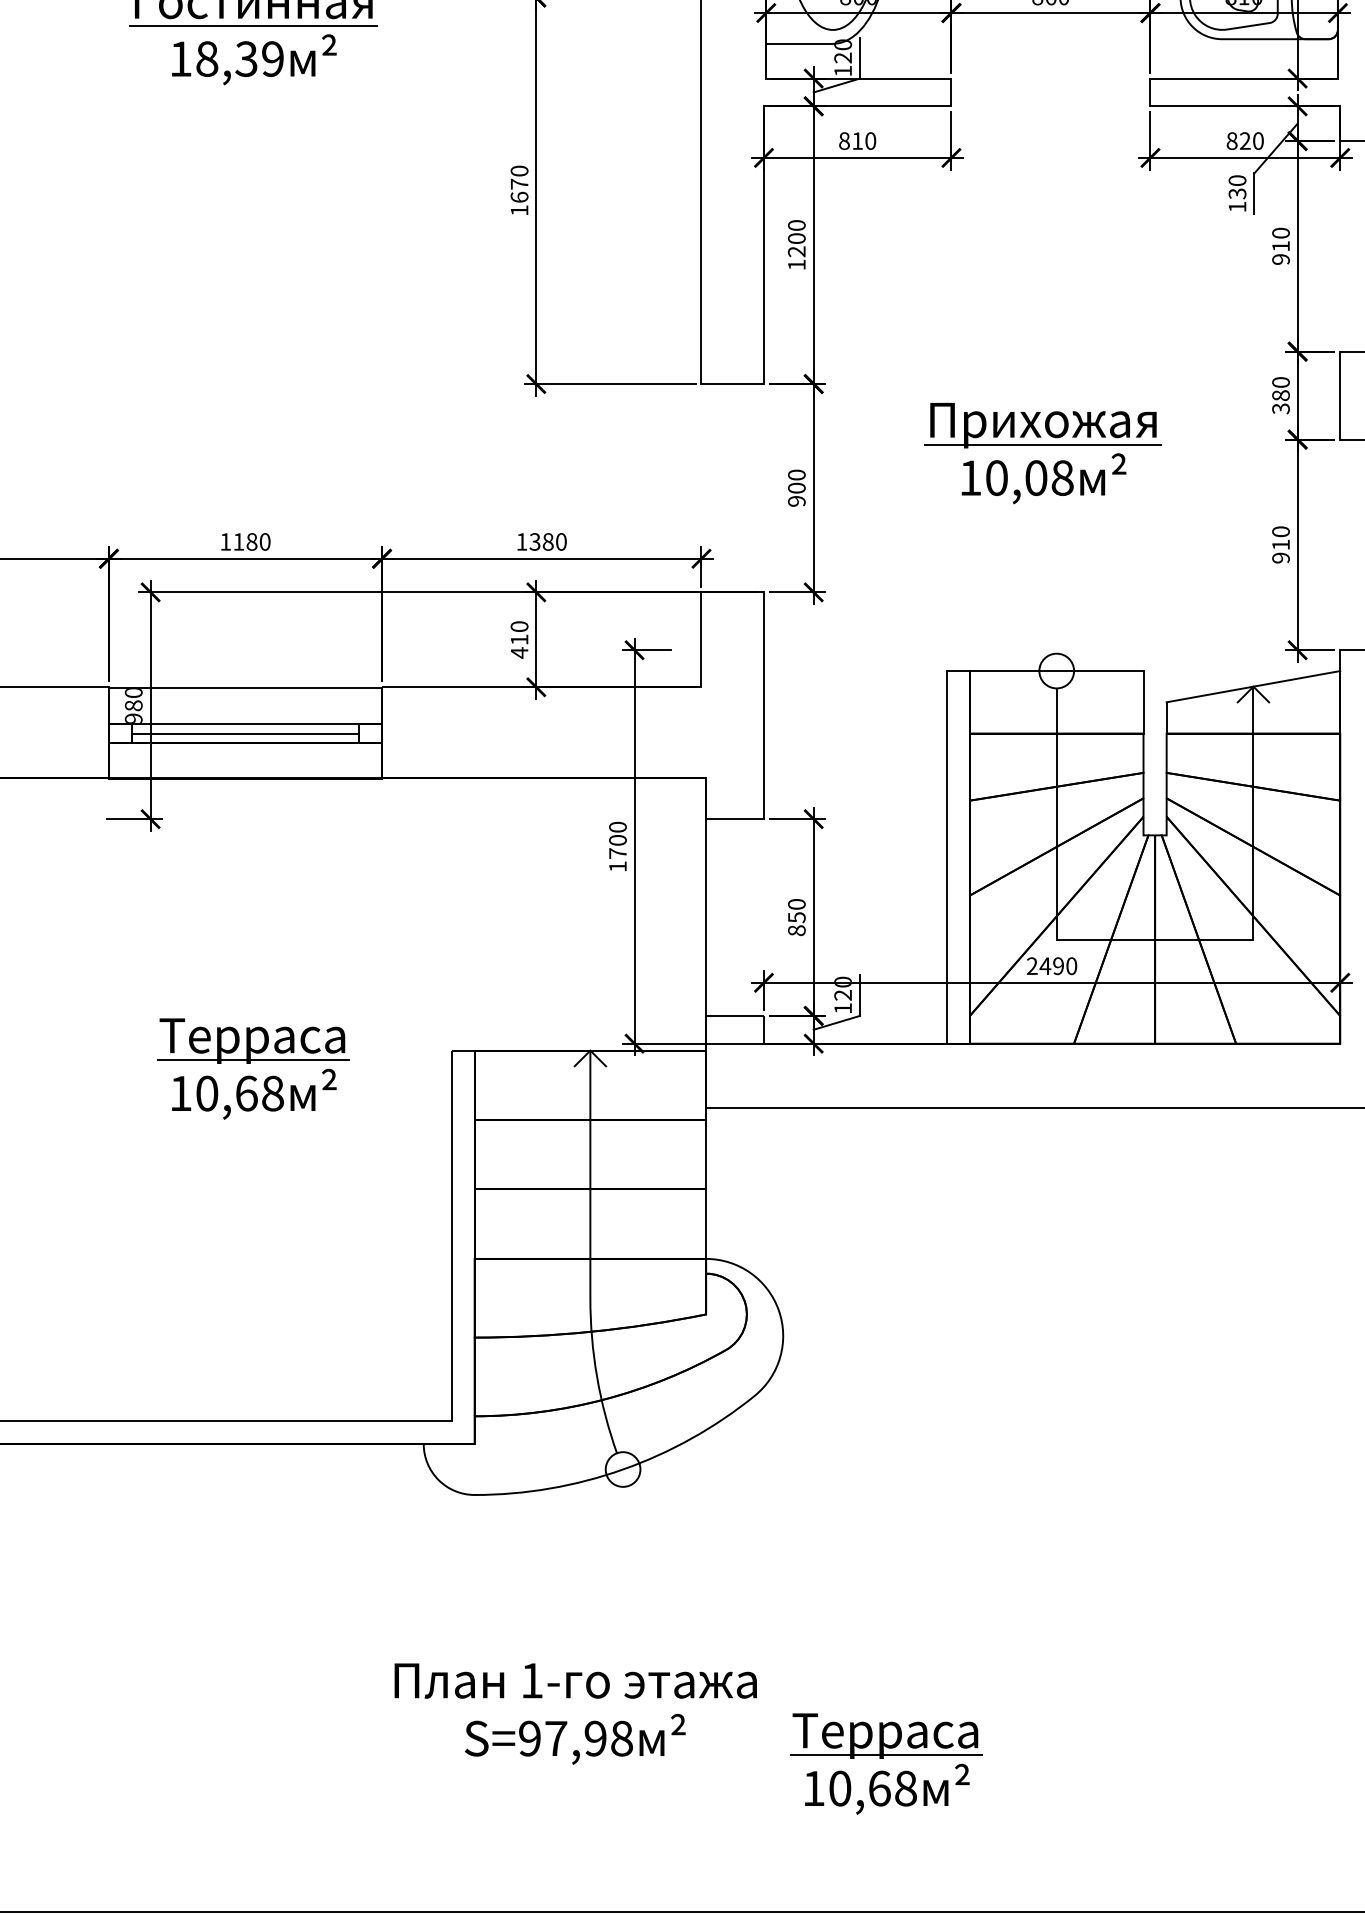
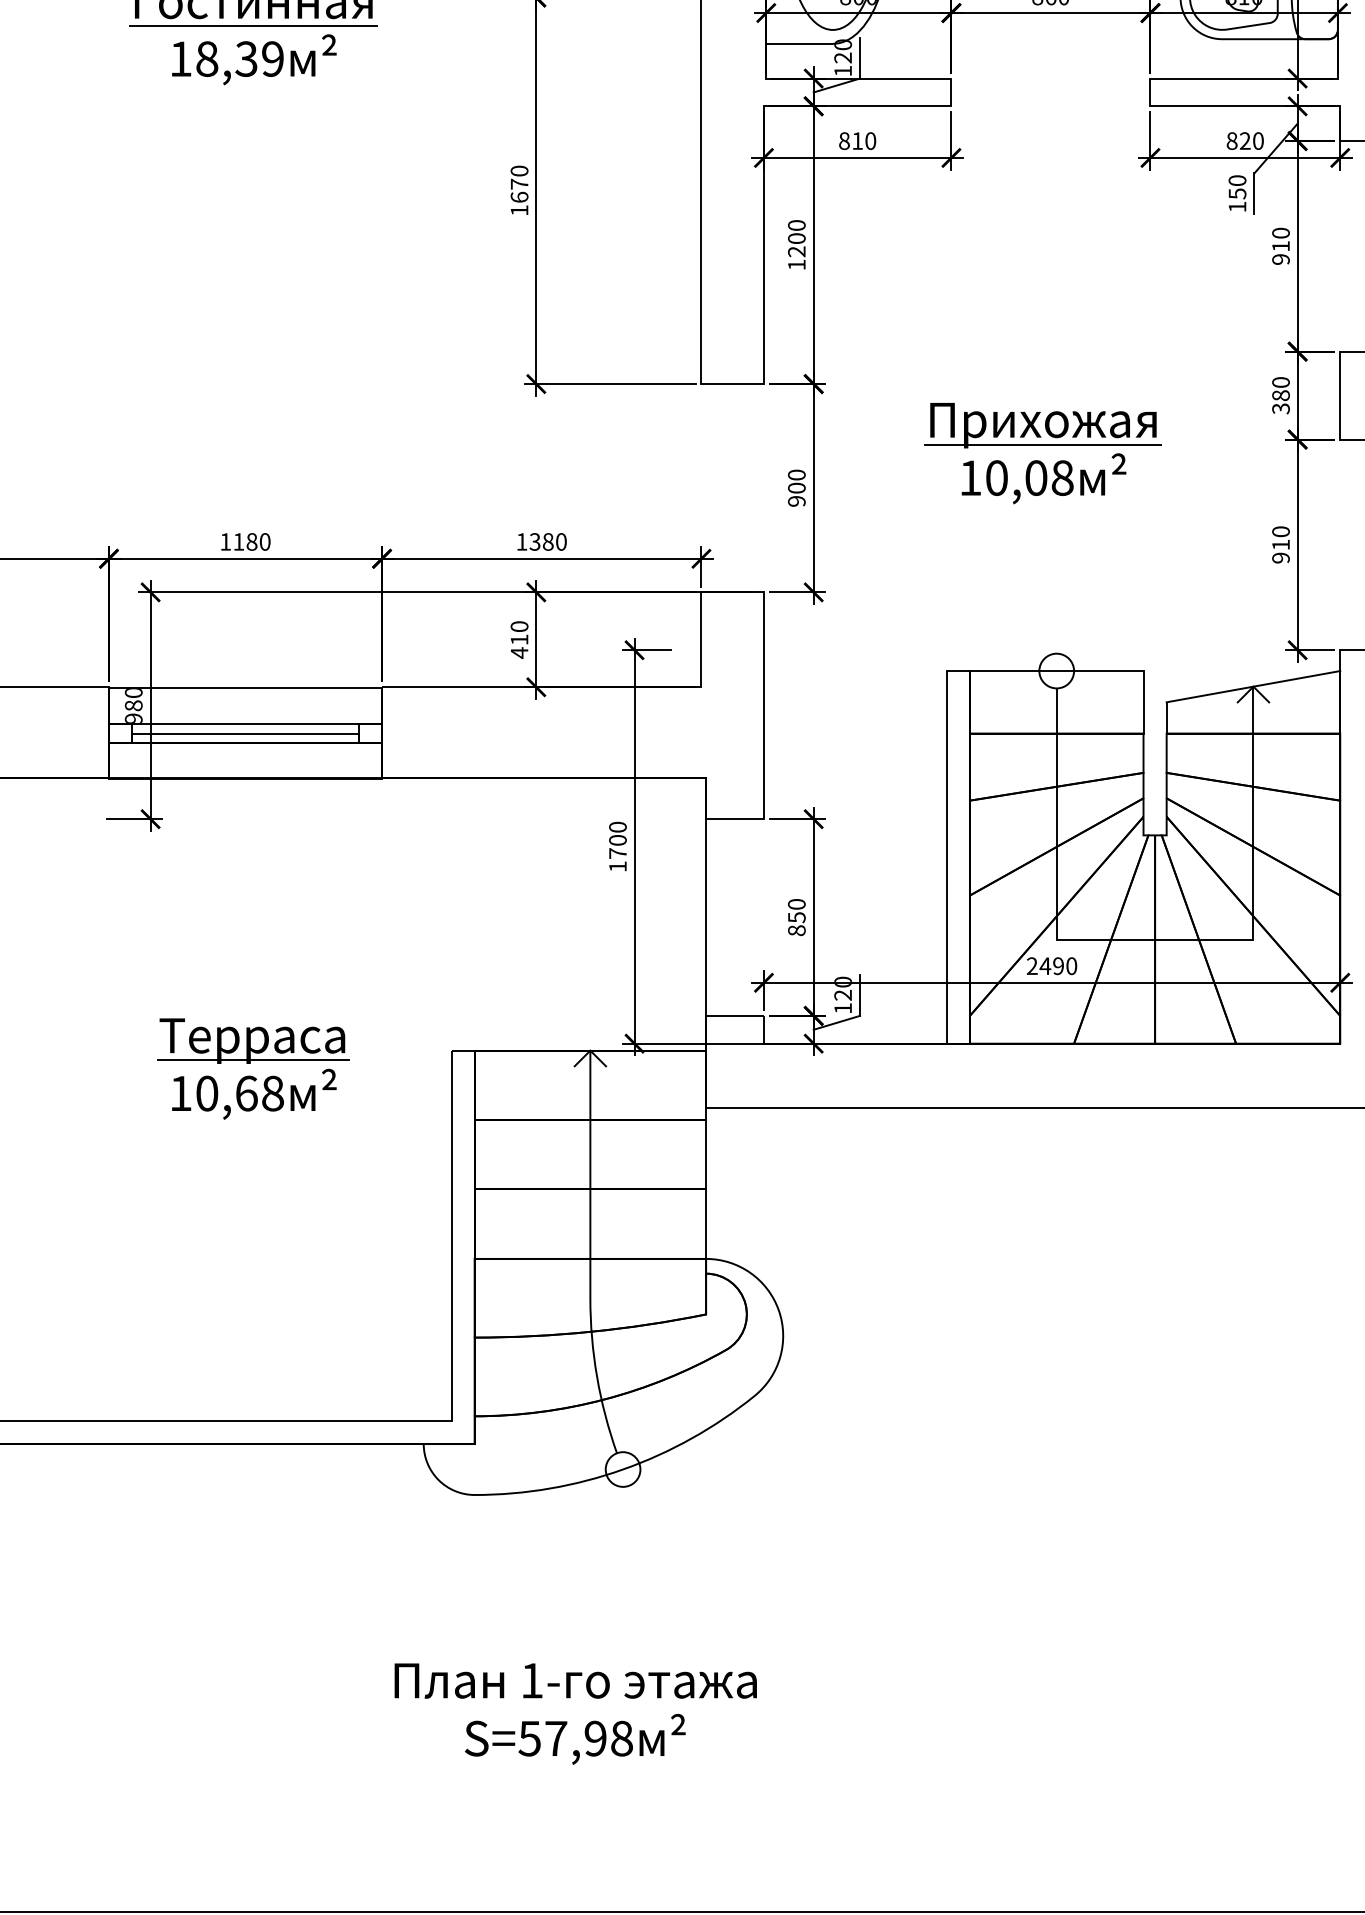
text at (1236, 193): 130 -> 150
text at (529, 1738): S=97 -> S=57
part at (886, 1763): present -> none
